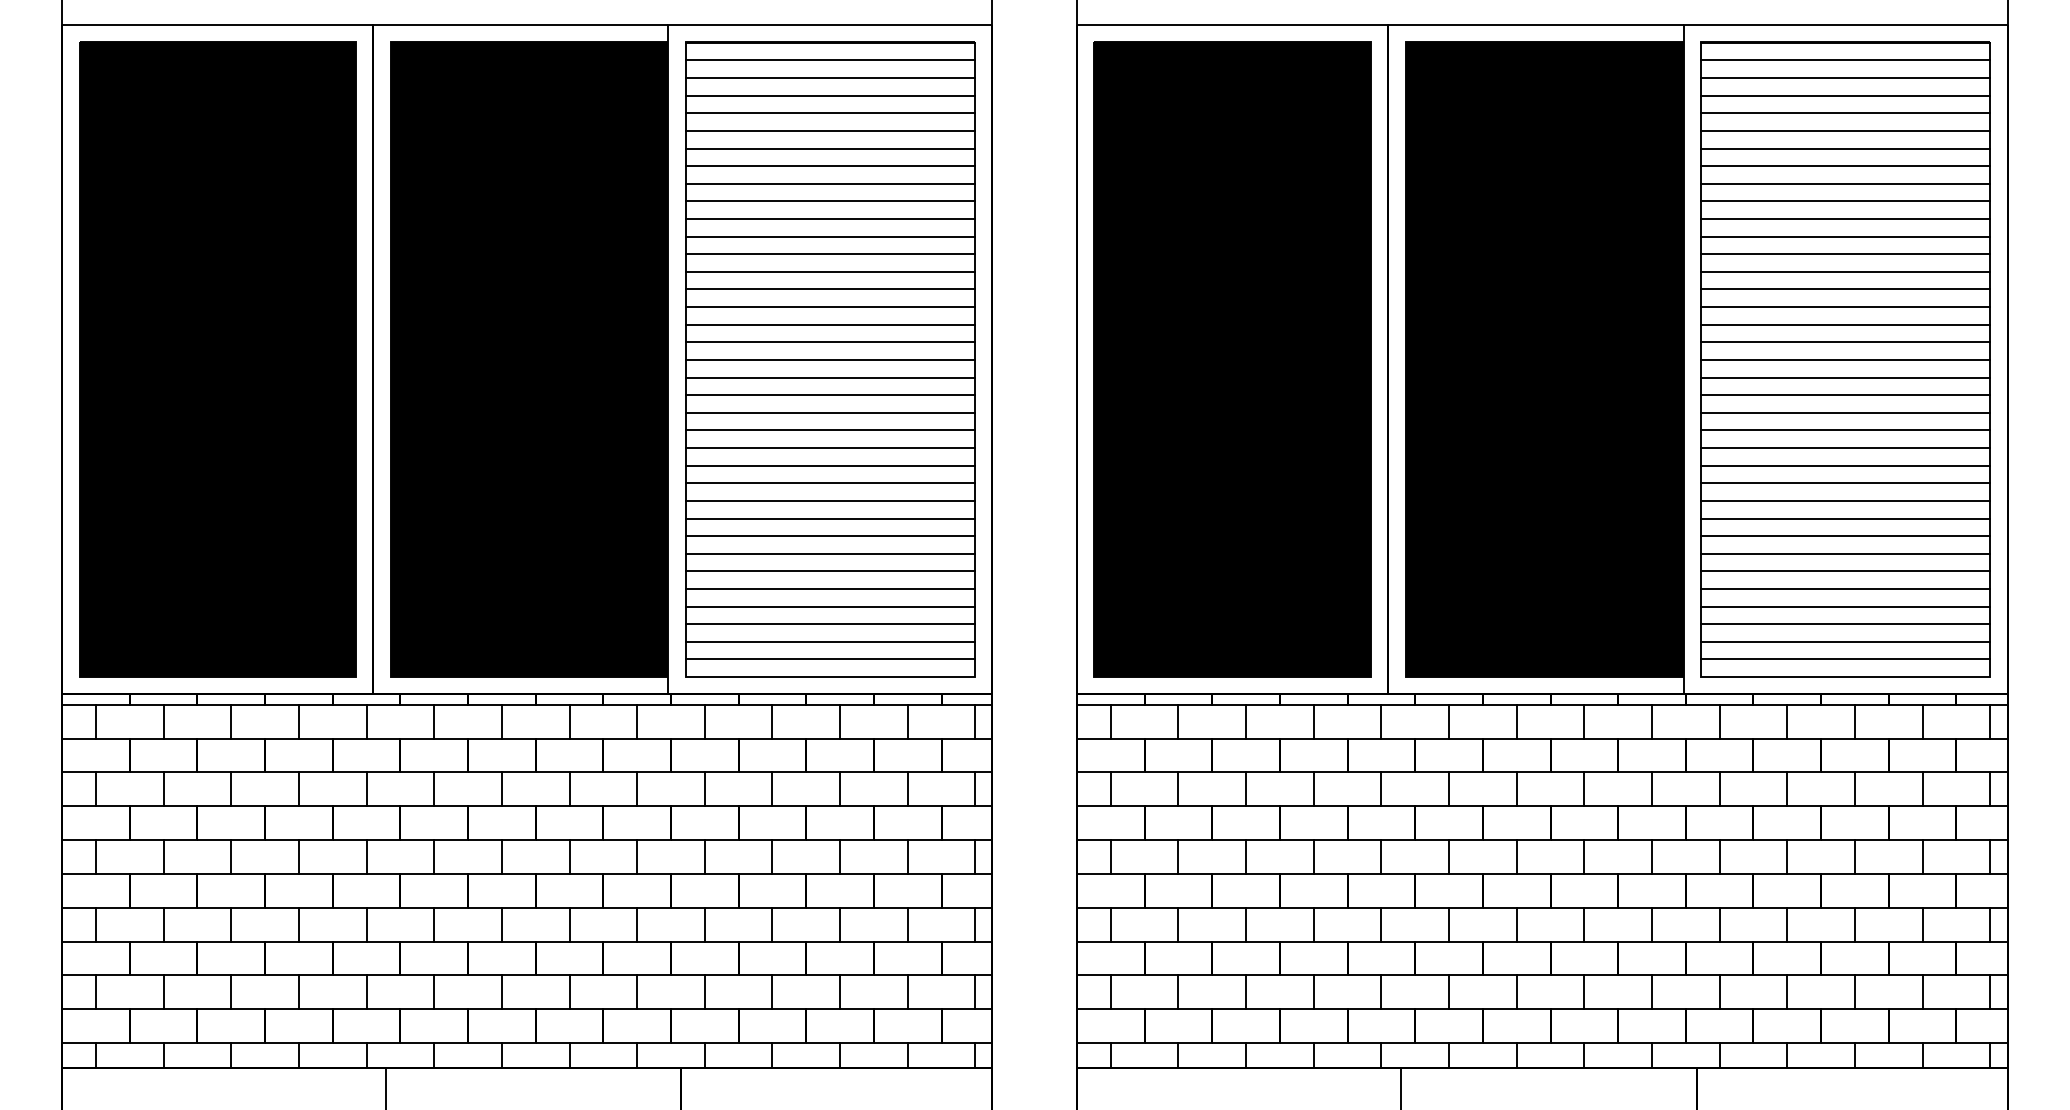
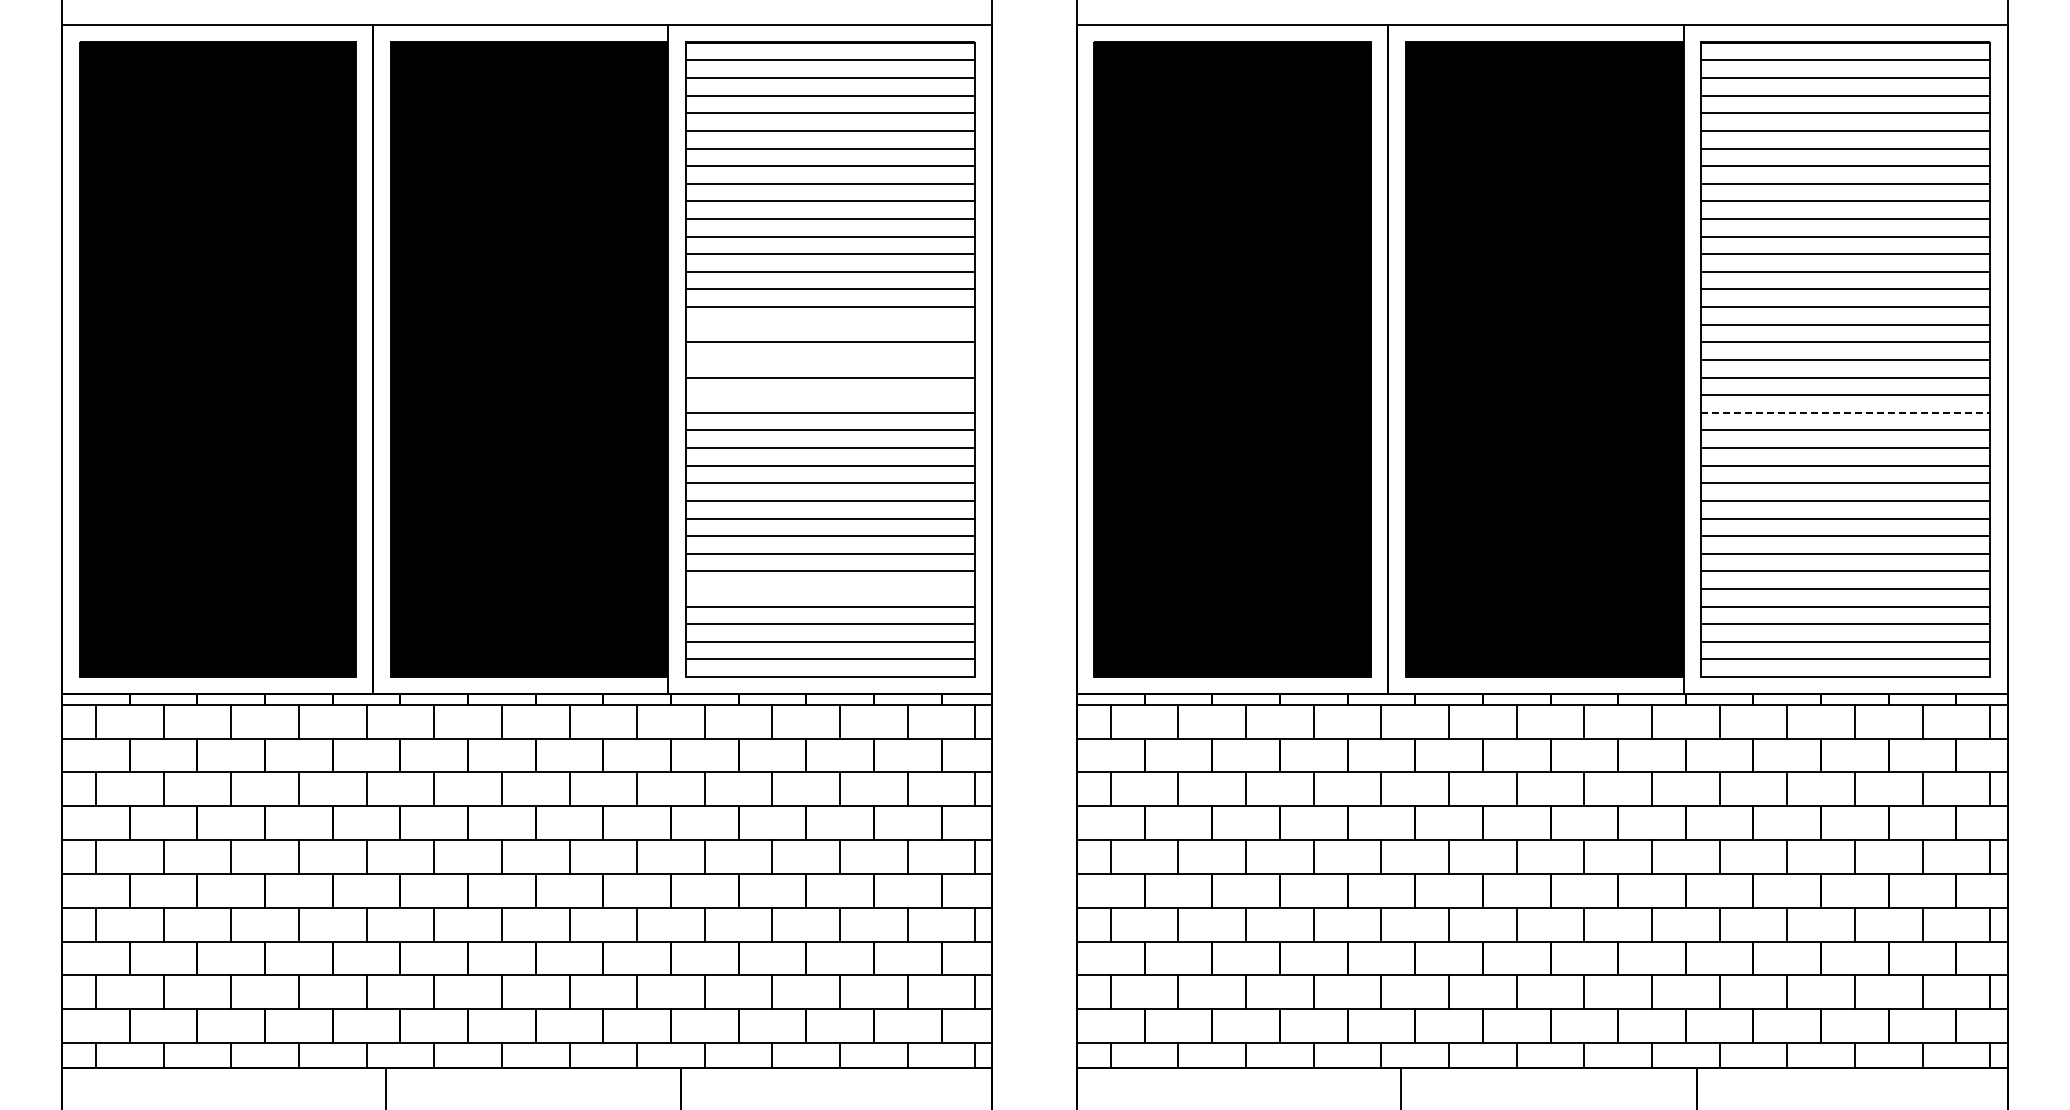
line at (829, 324): present -> none
line at (829, 359): present -> none
line at (829, 395): present -> none
line at (1845, 412): solid -> dashed
line at (829, 589): present -> none
